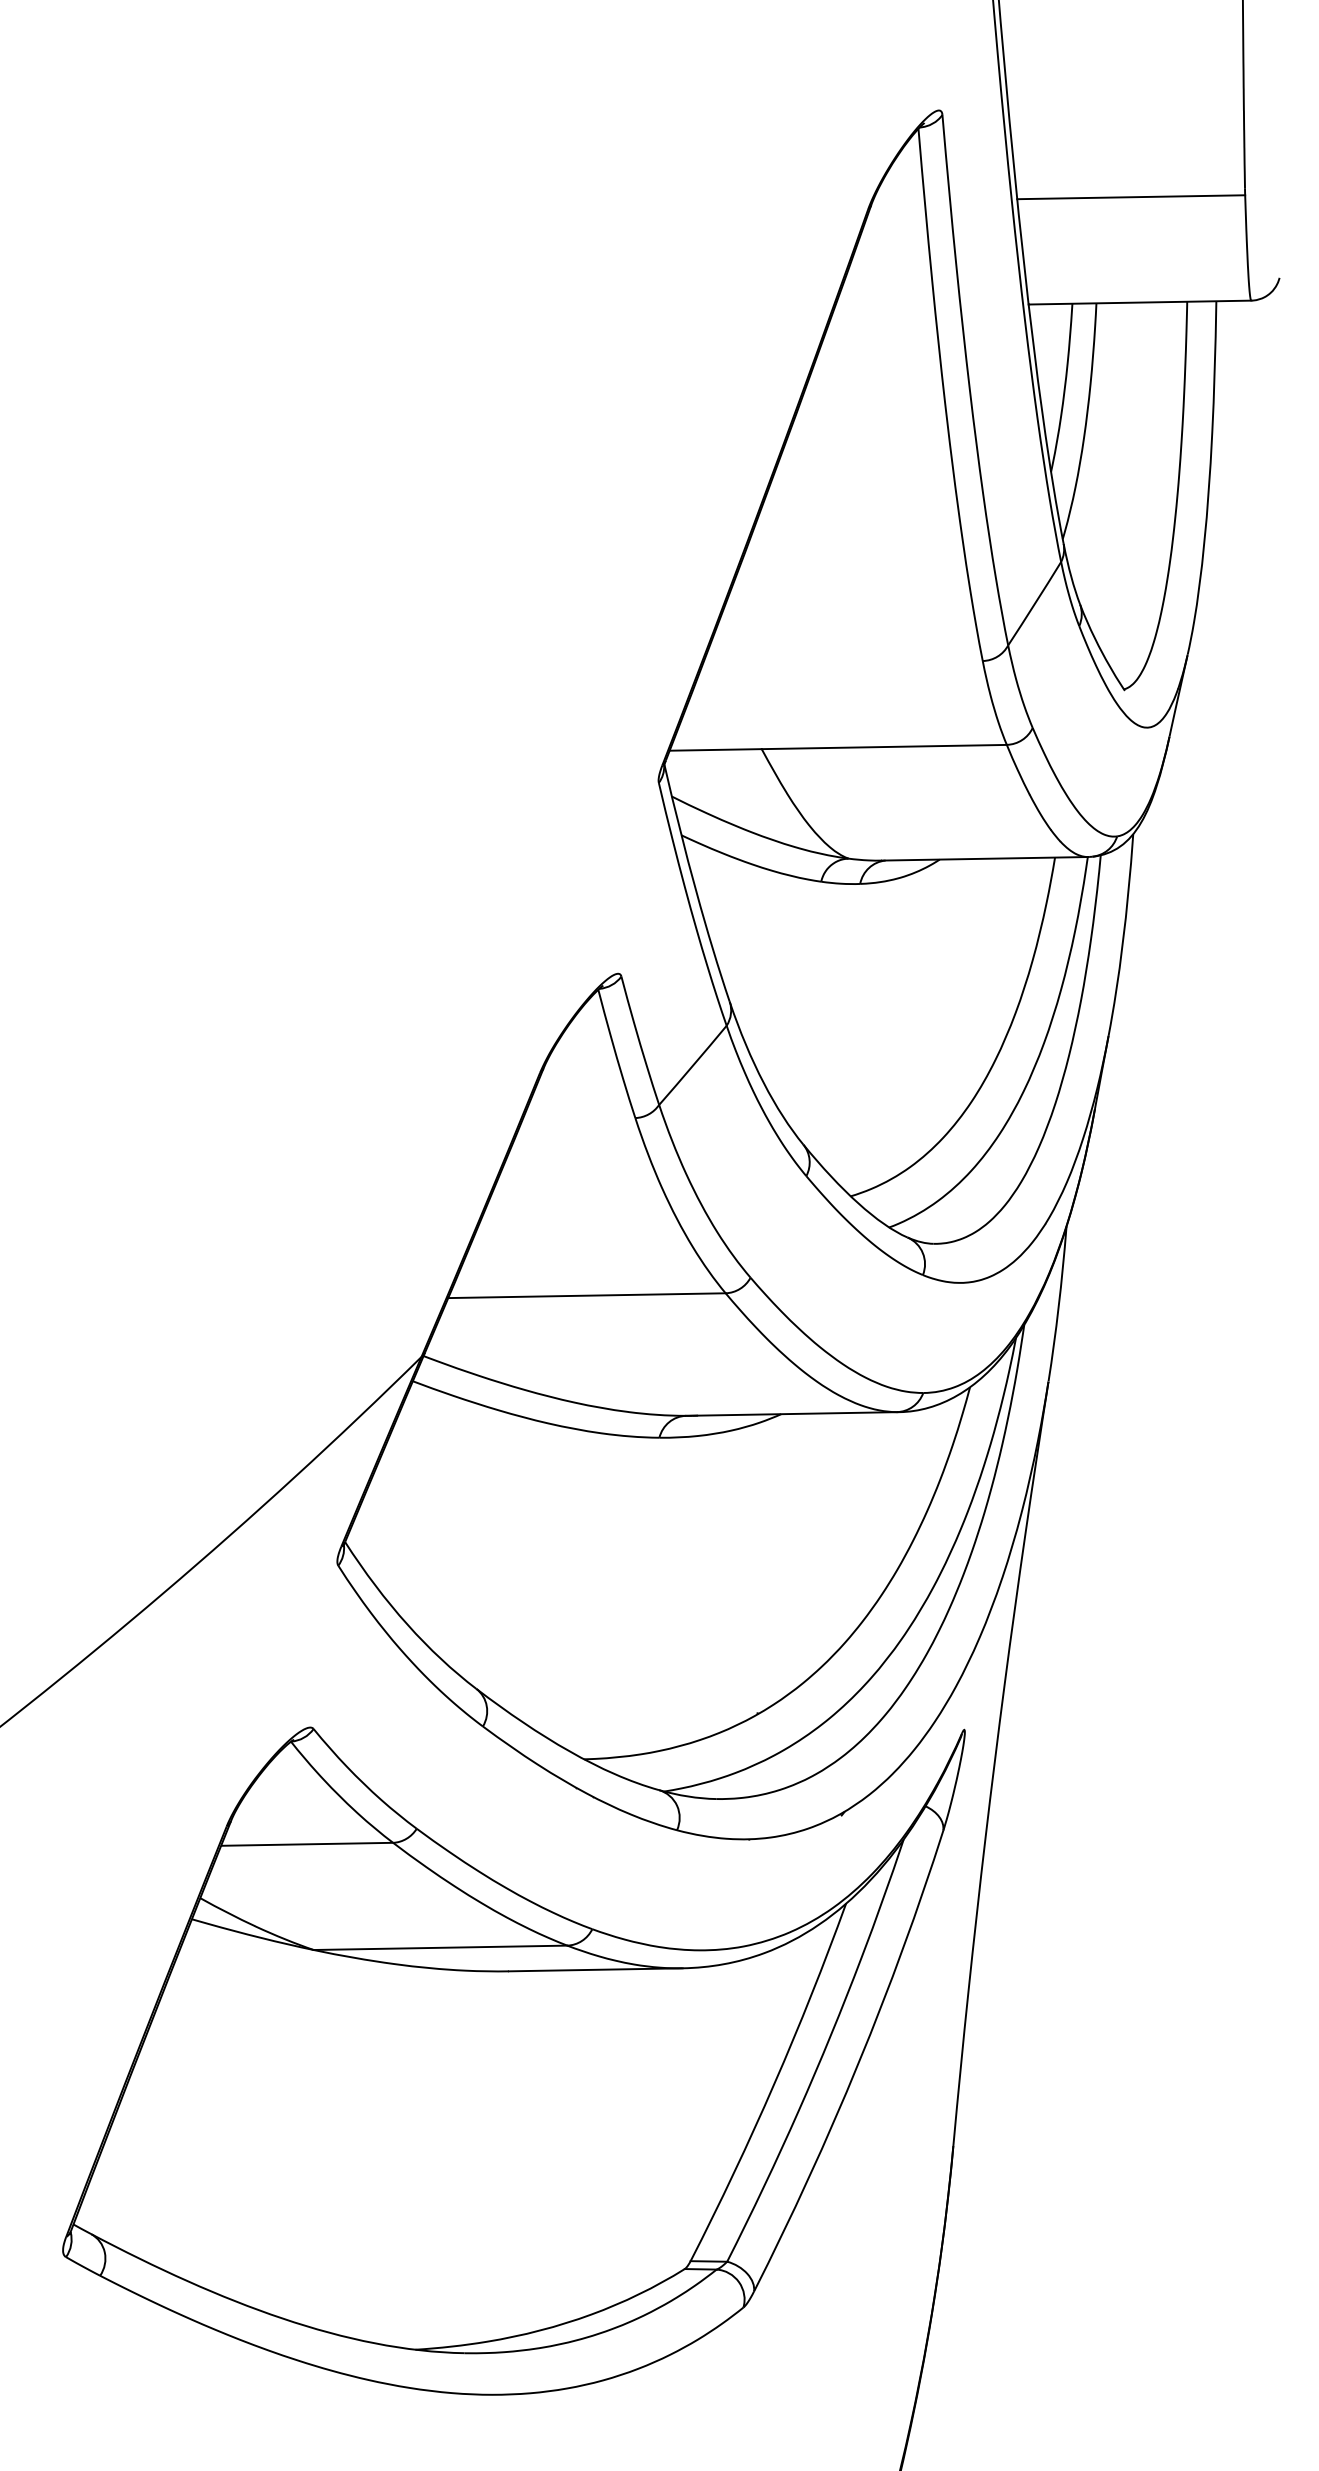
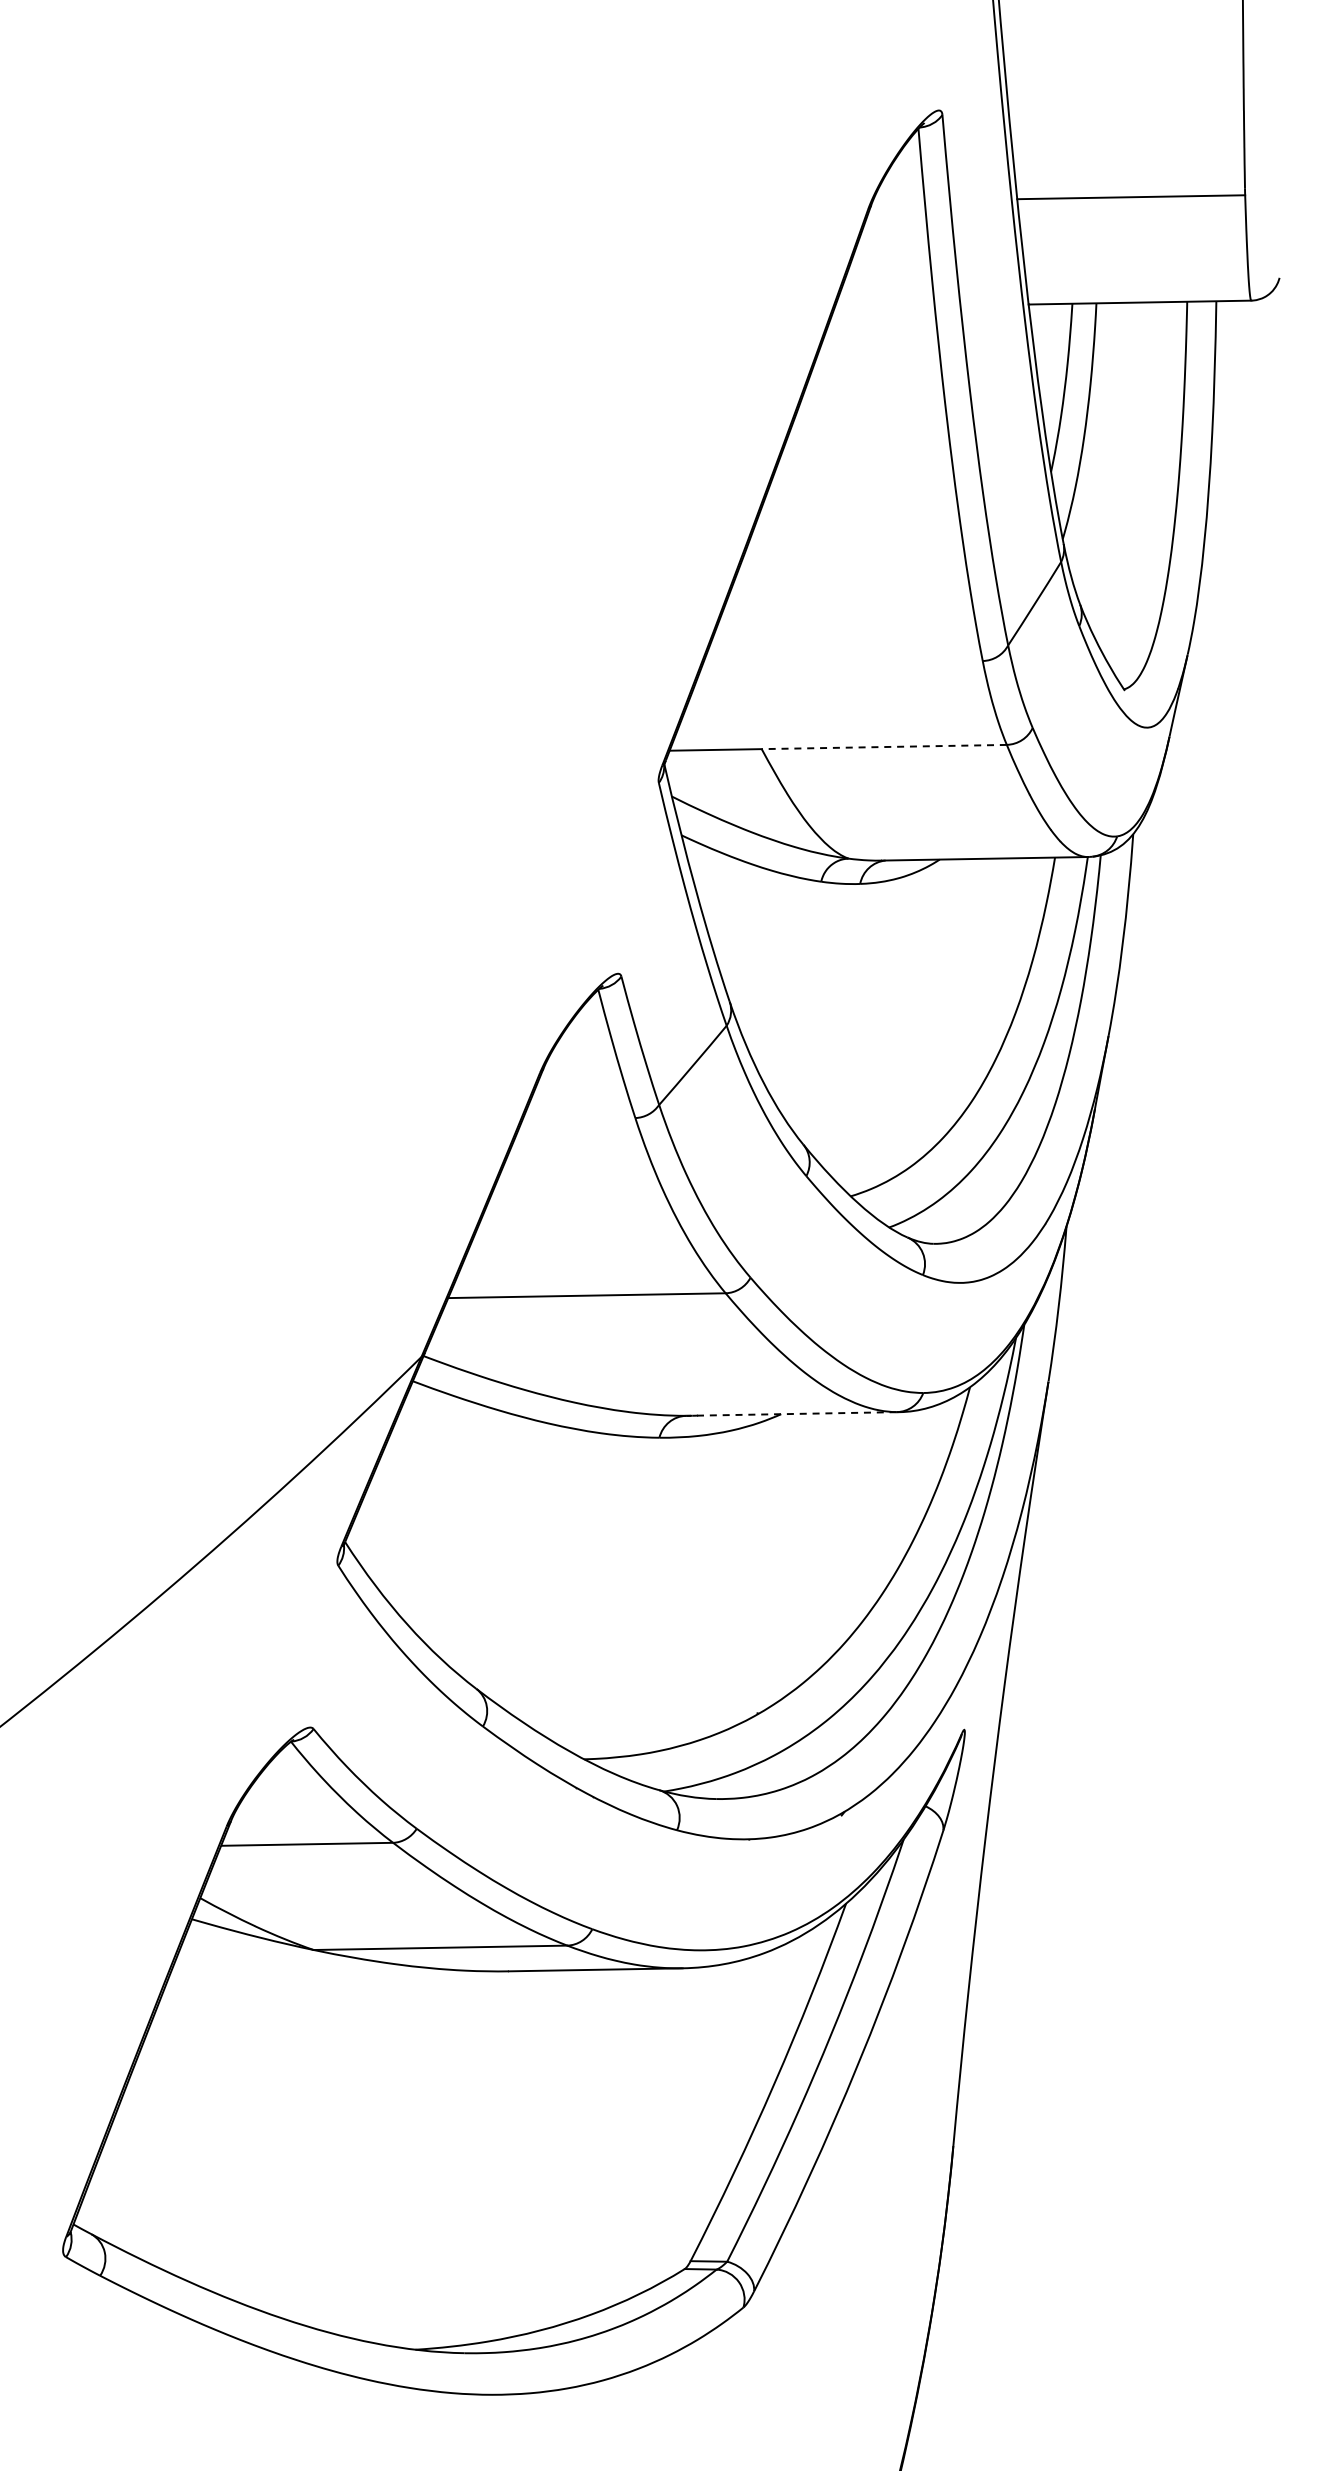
line at (884, 747): solid -> dashed
line at (790, 1414): solid -> dashed
